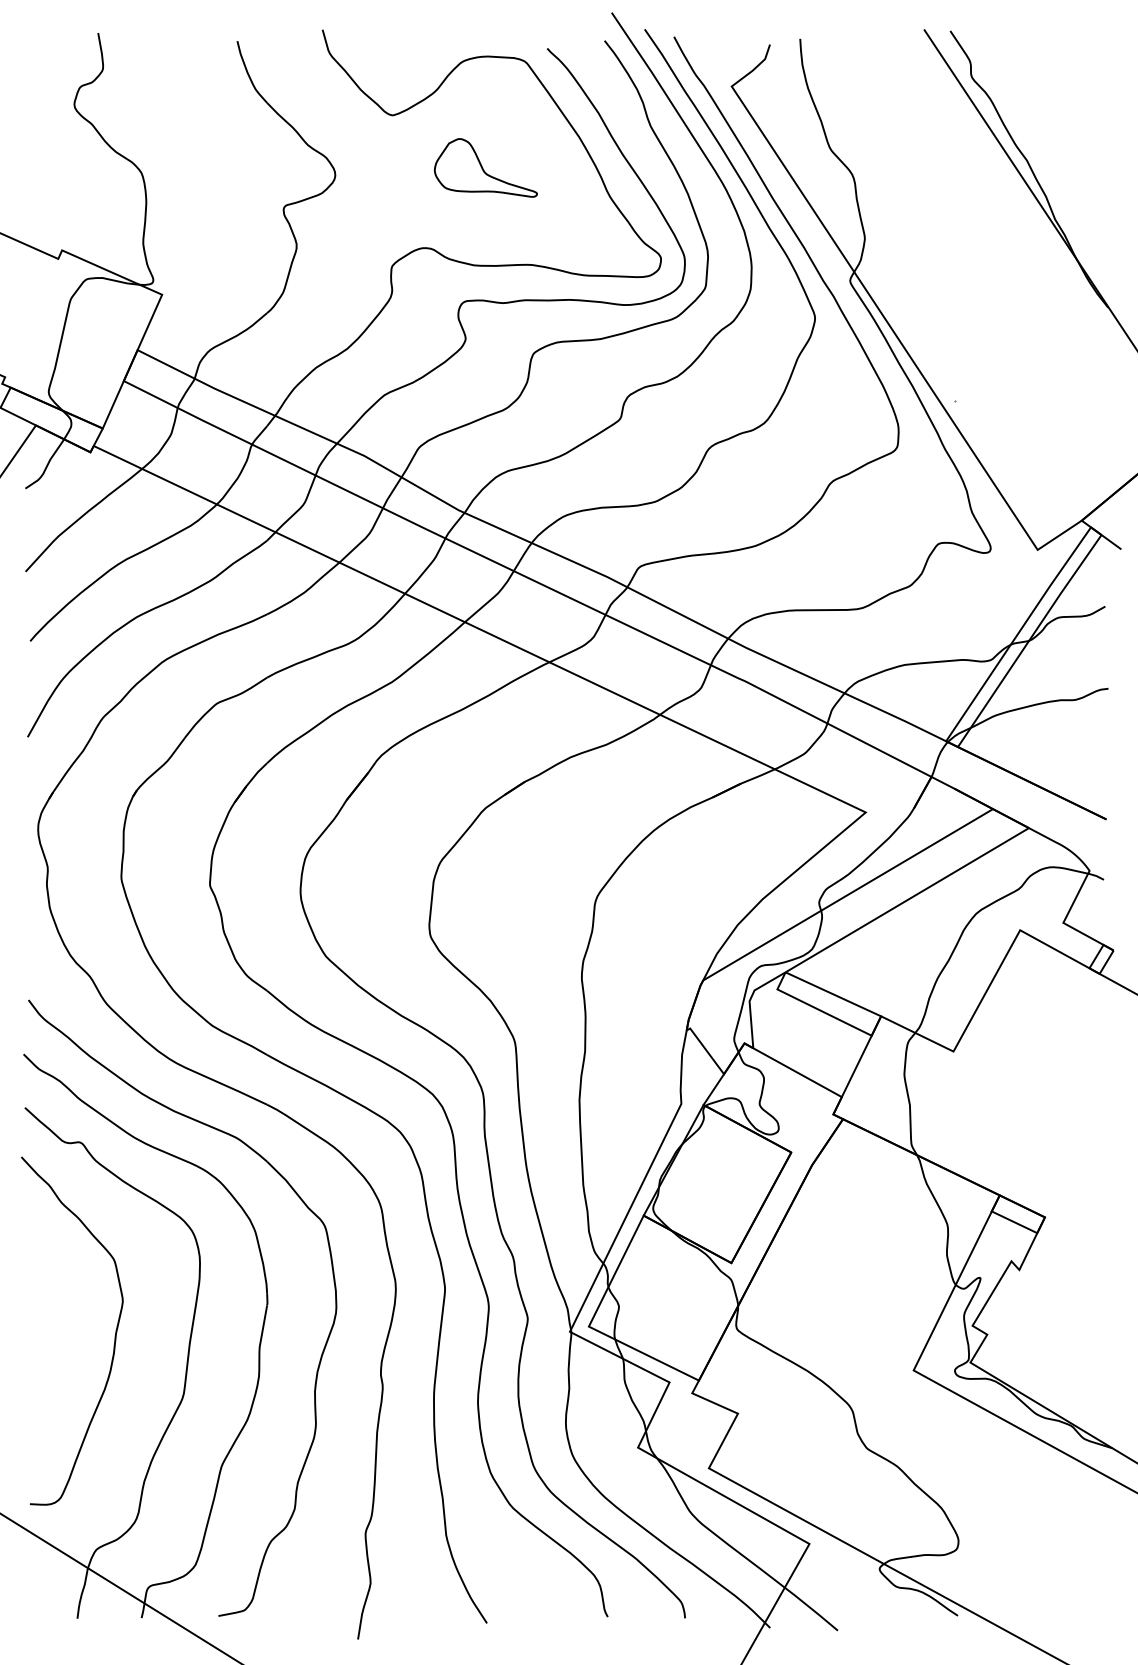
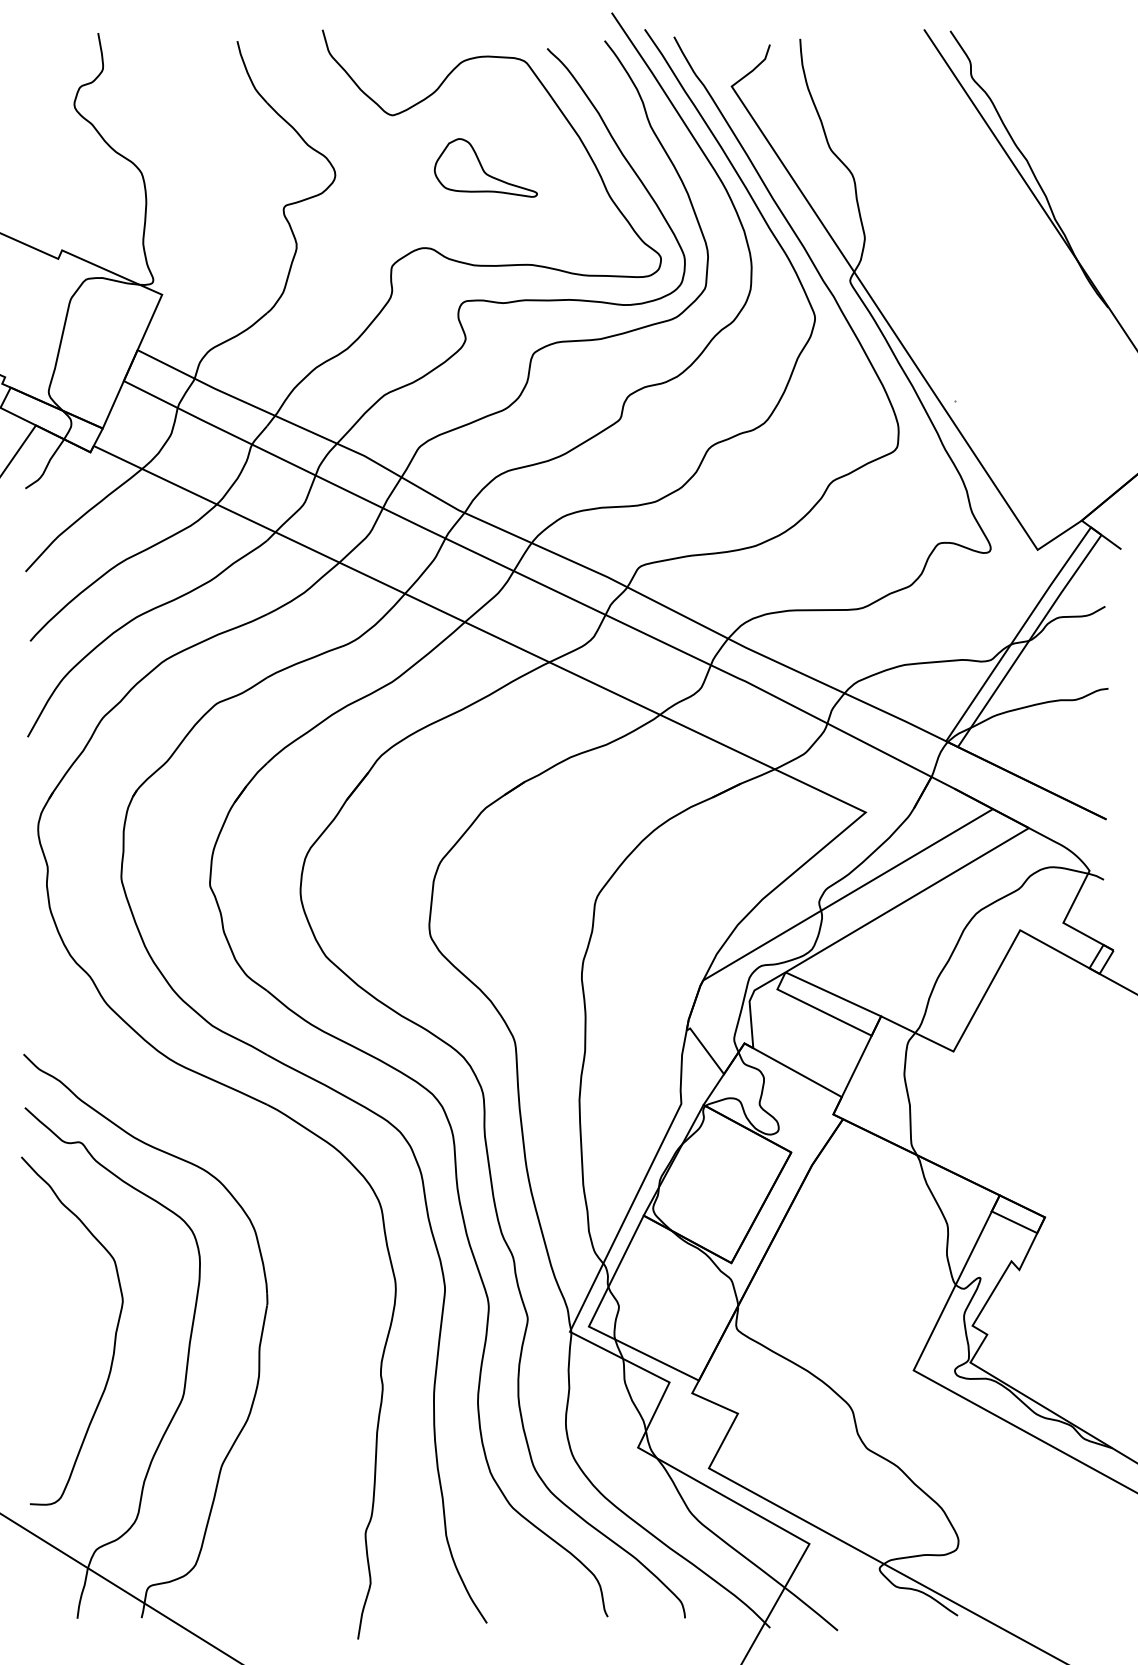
part at (321, 1353): present -> none
